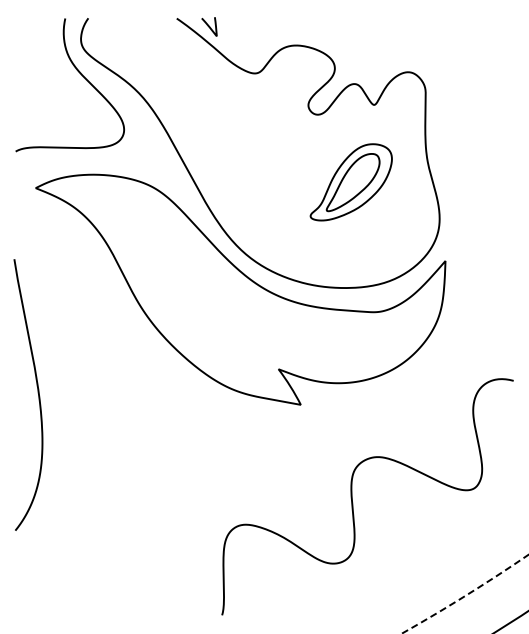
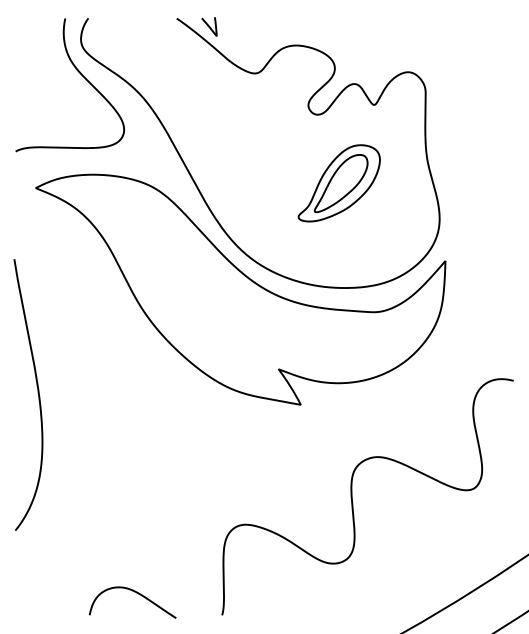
part at (350, 182) position: (350, 182) -> (338, 183)
curve at (136, 593): none -> present
arc at (466, 595): dashed -> solid
